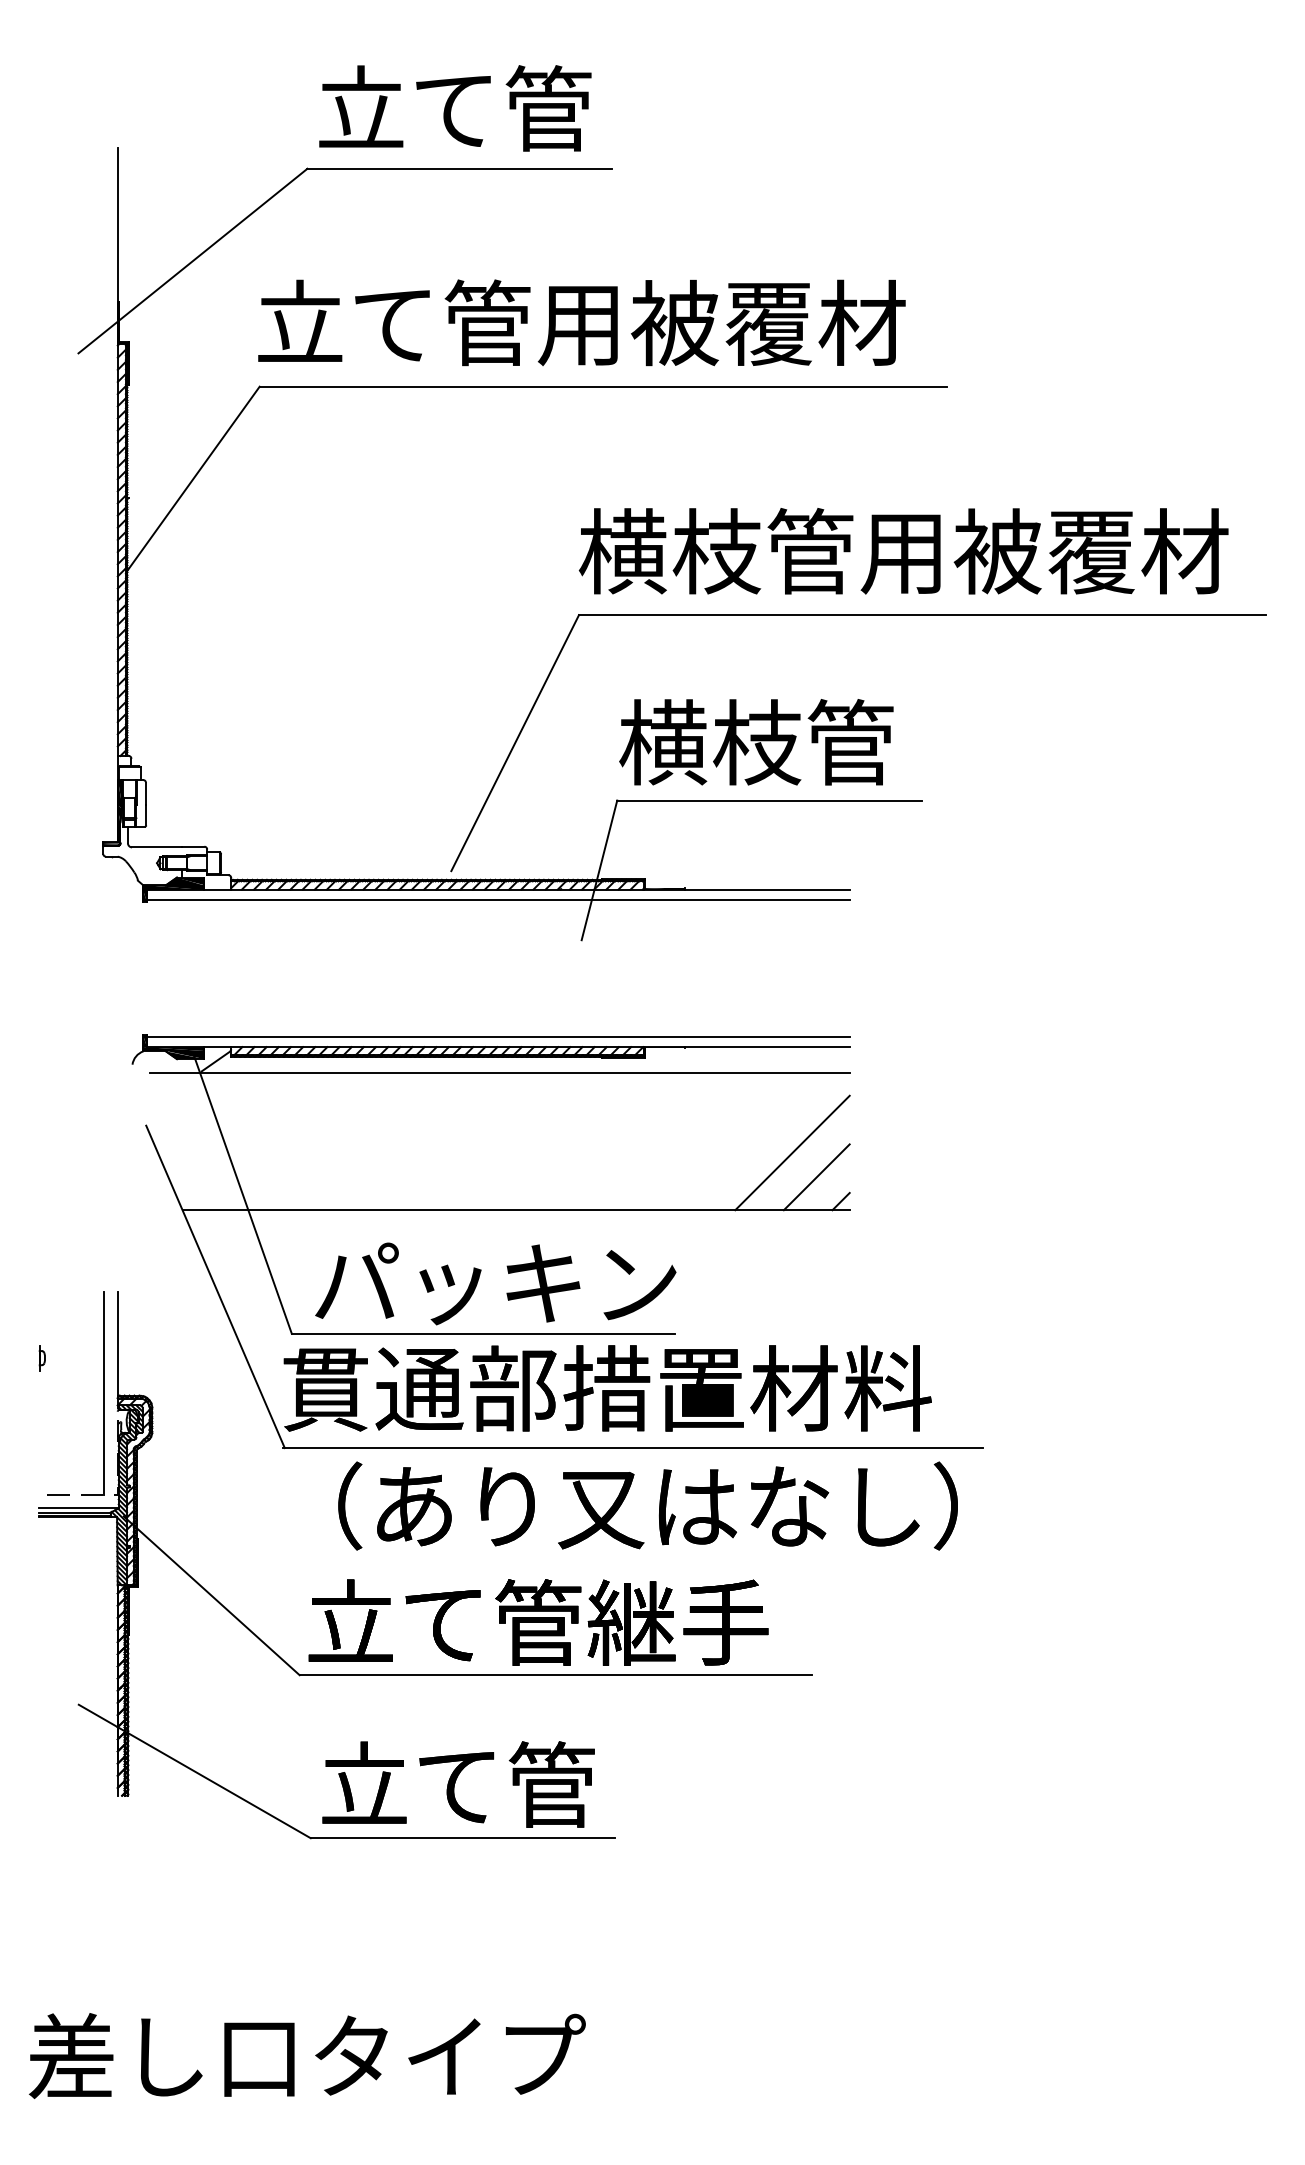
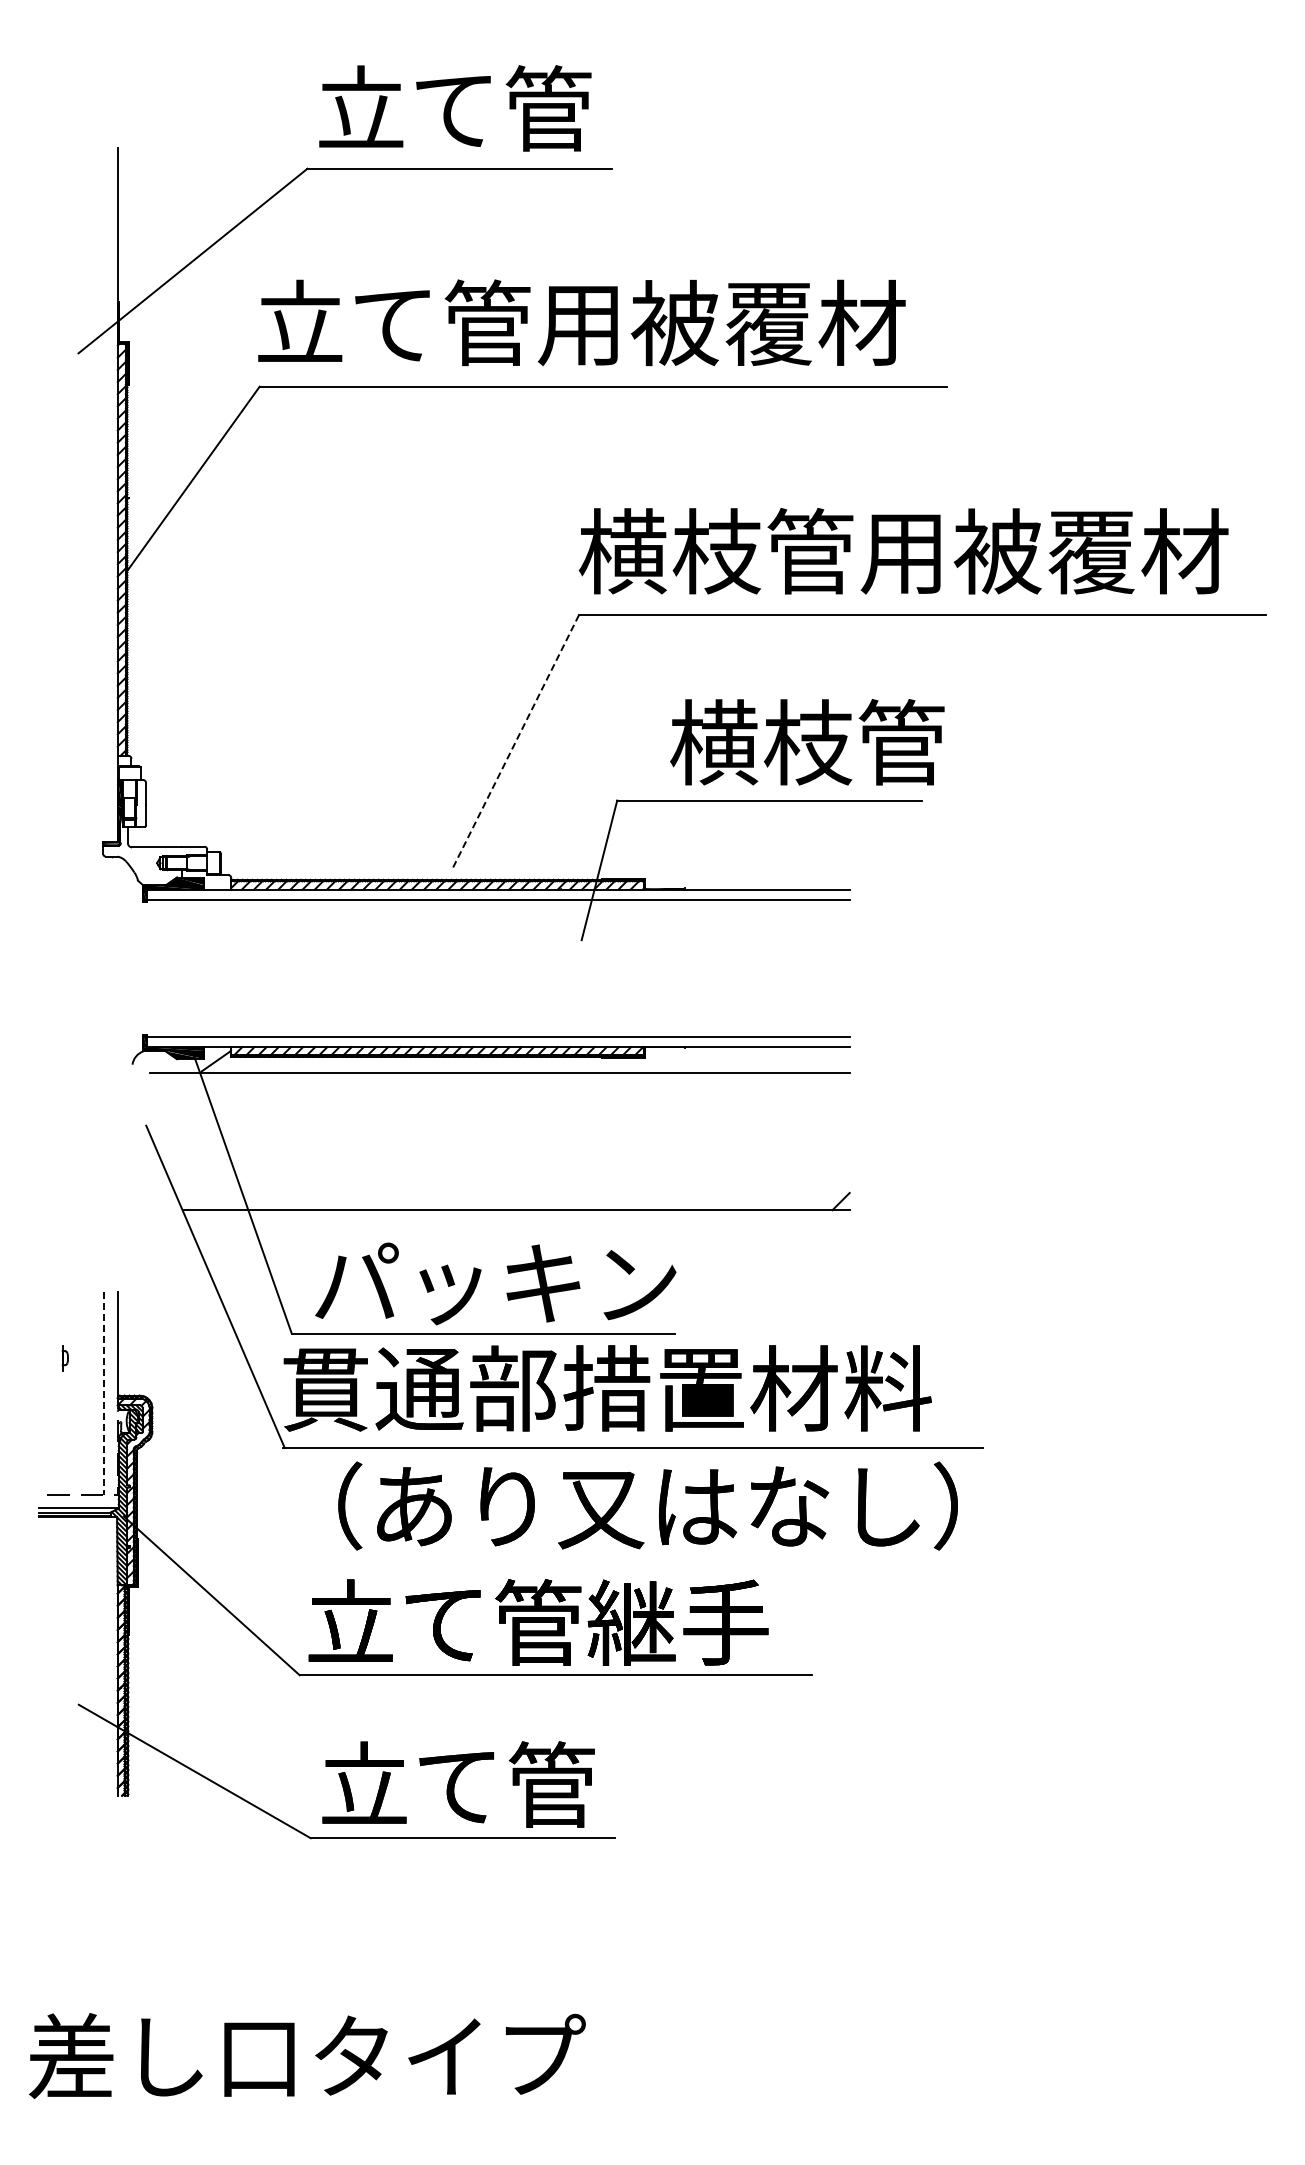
text at (756, 742) position: (756, 742) -> (807, 742)
line at (514, 743): solid -> dashed
line at (792, 1152): present -> none
line at (816, 1177): present -> none
part at (41, 1358) position: (41, 1358) -> (64, 1358)
line at (103, 1393): solid -> dashed
